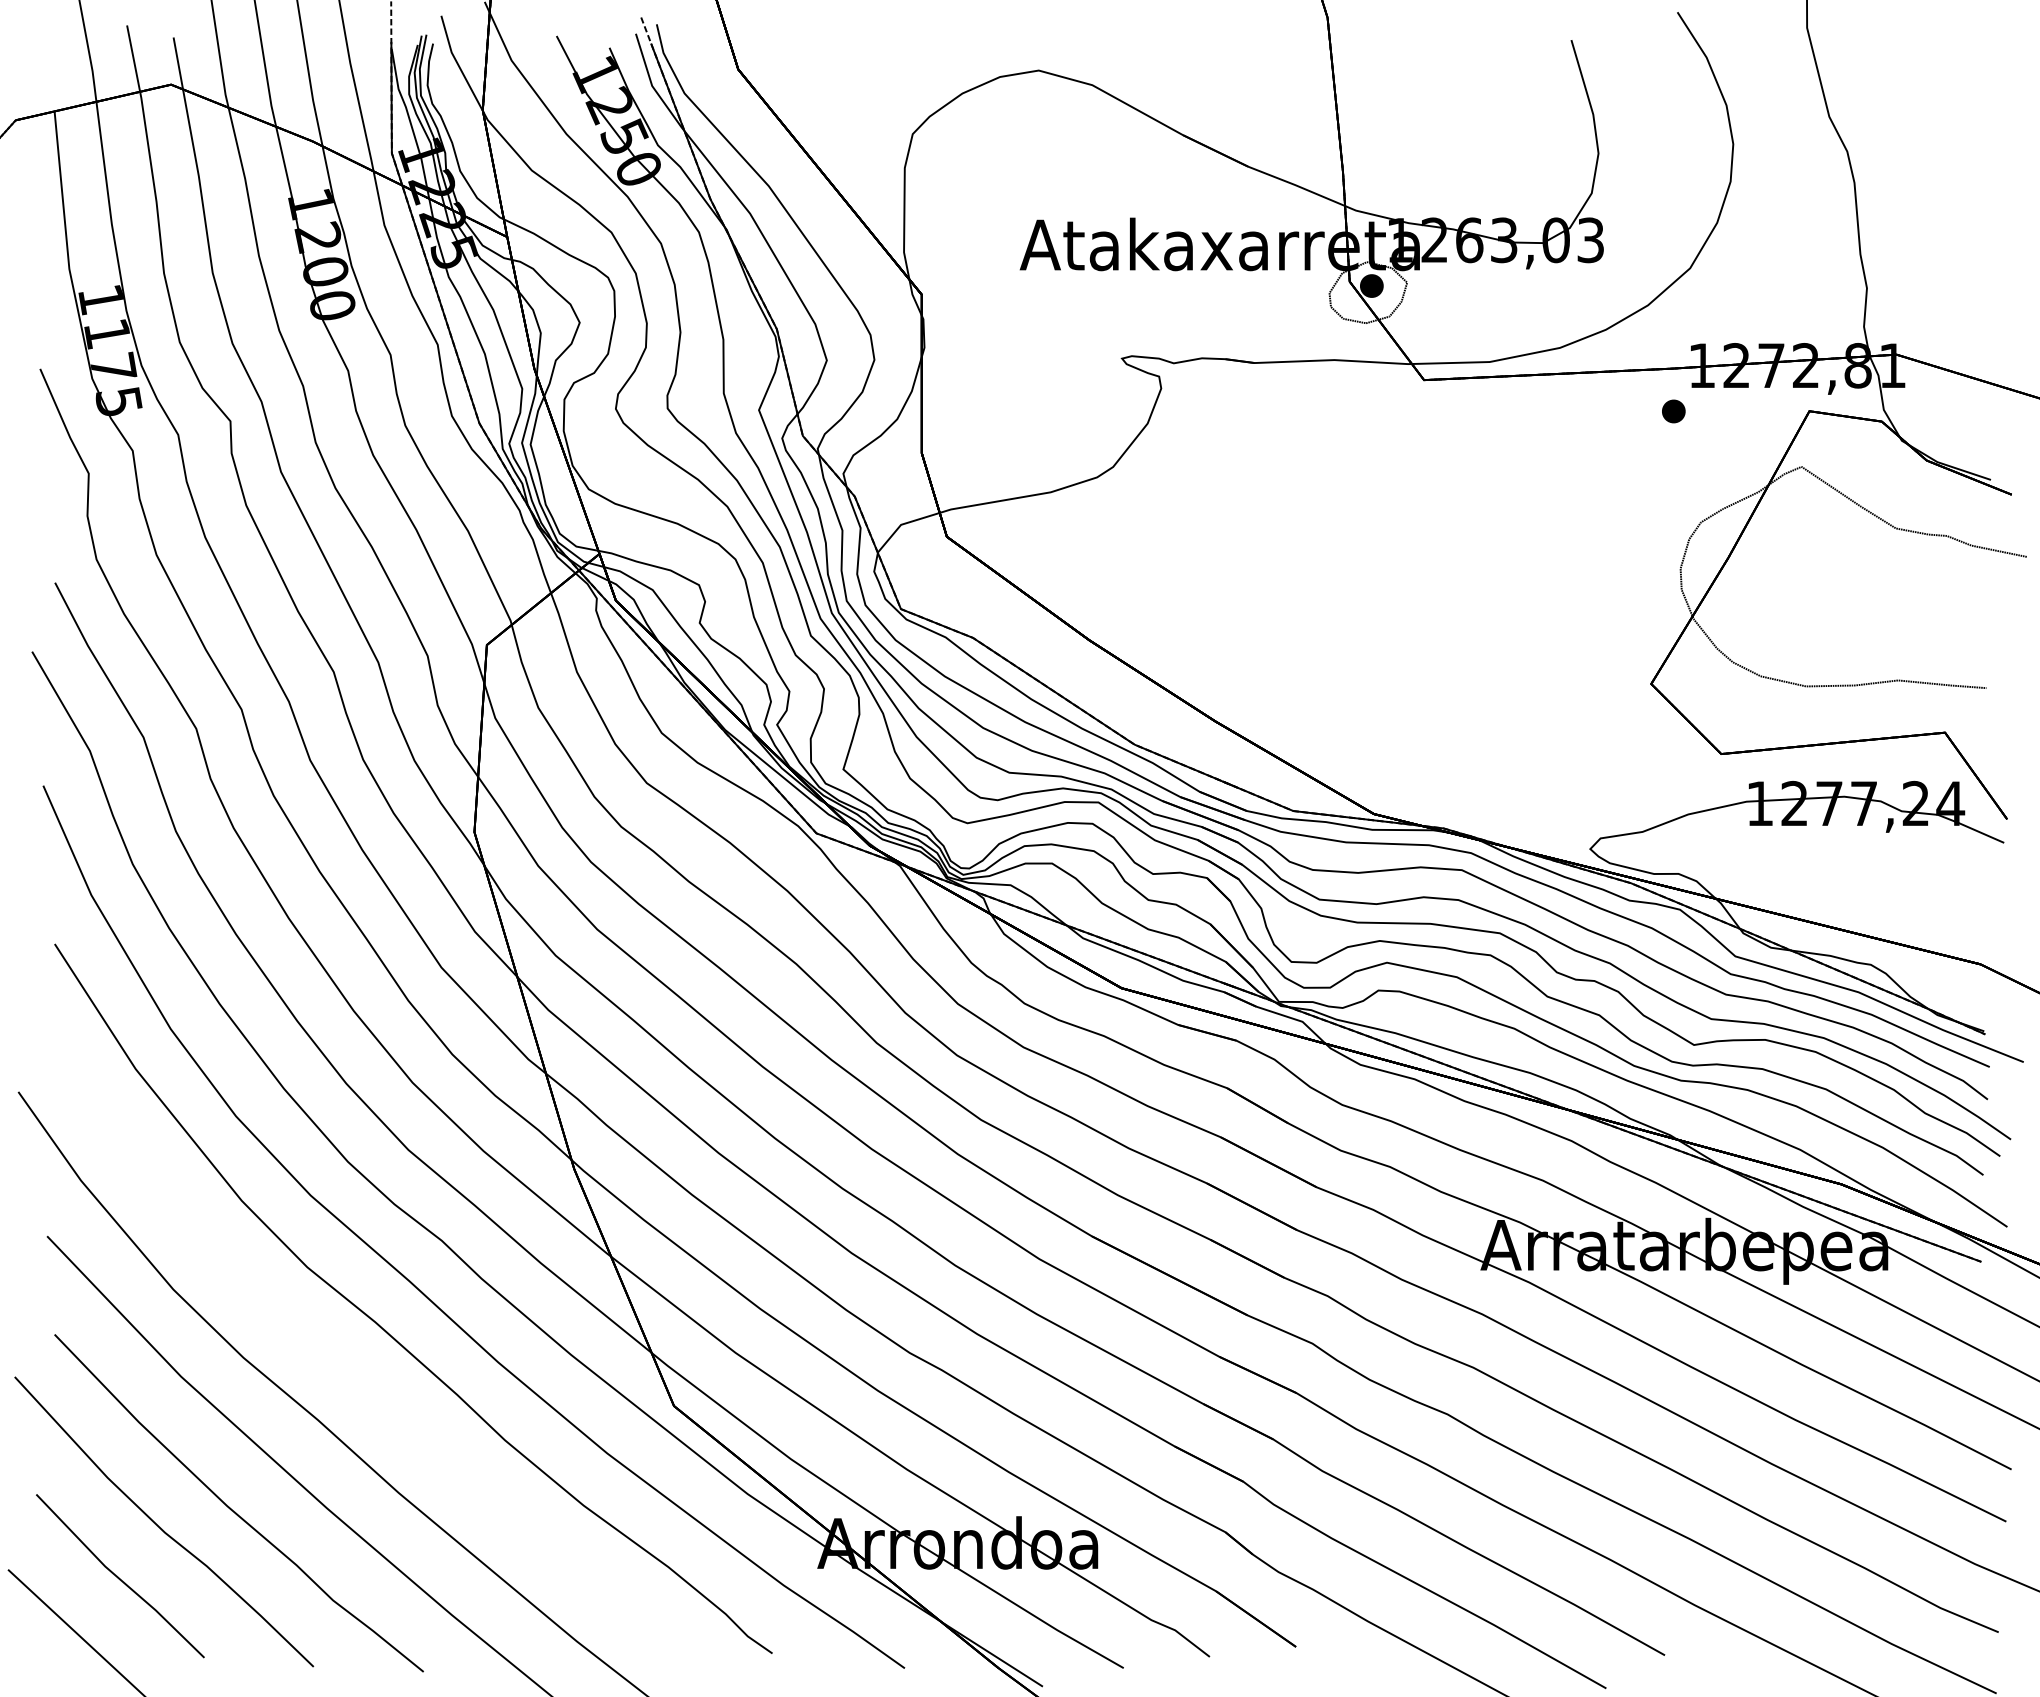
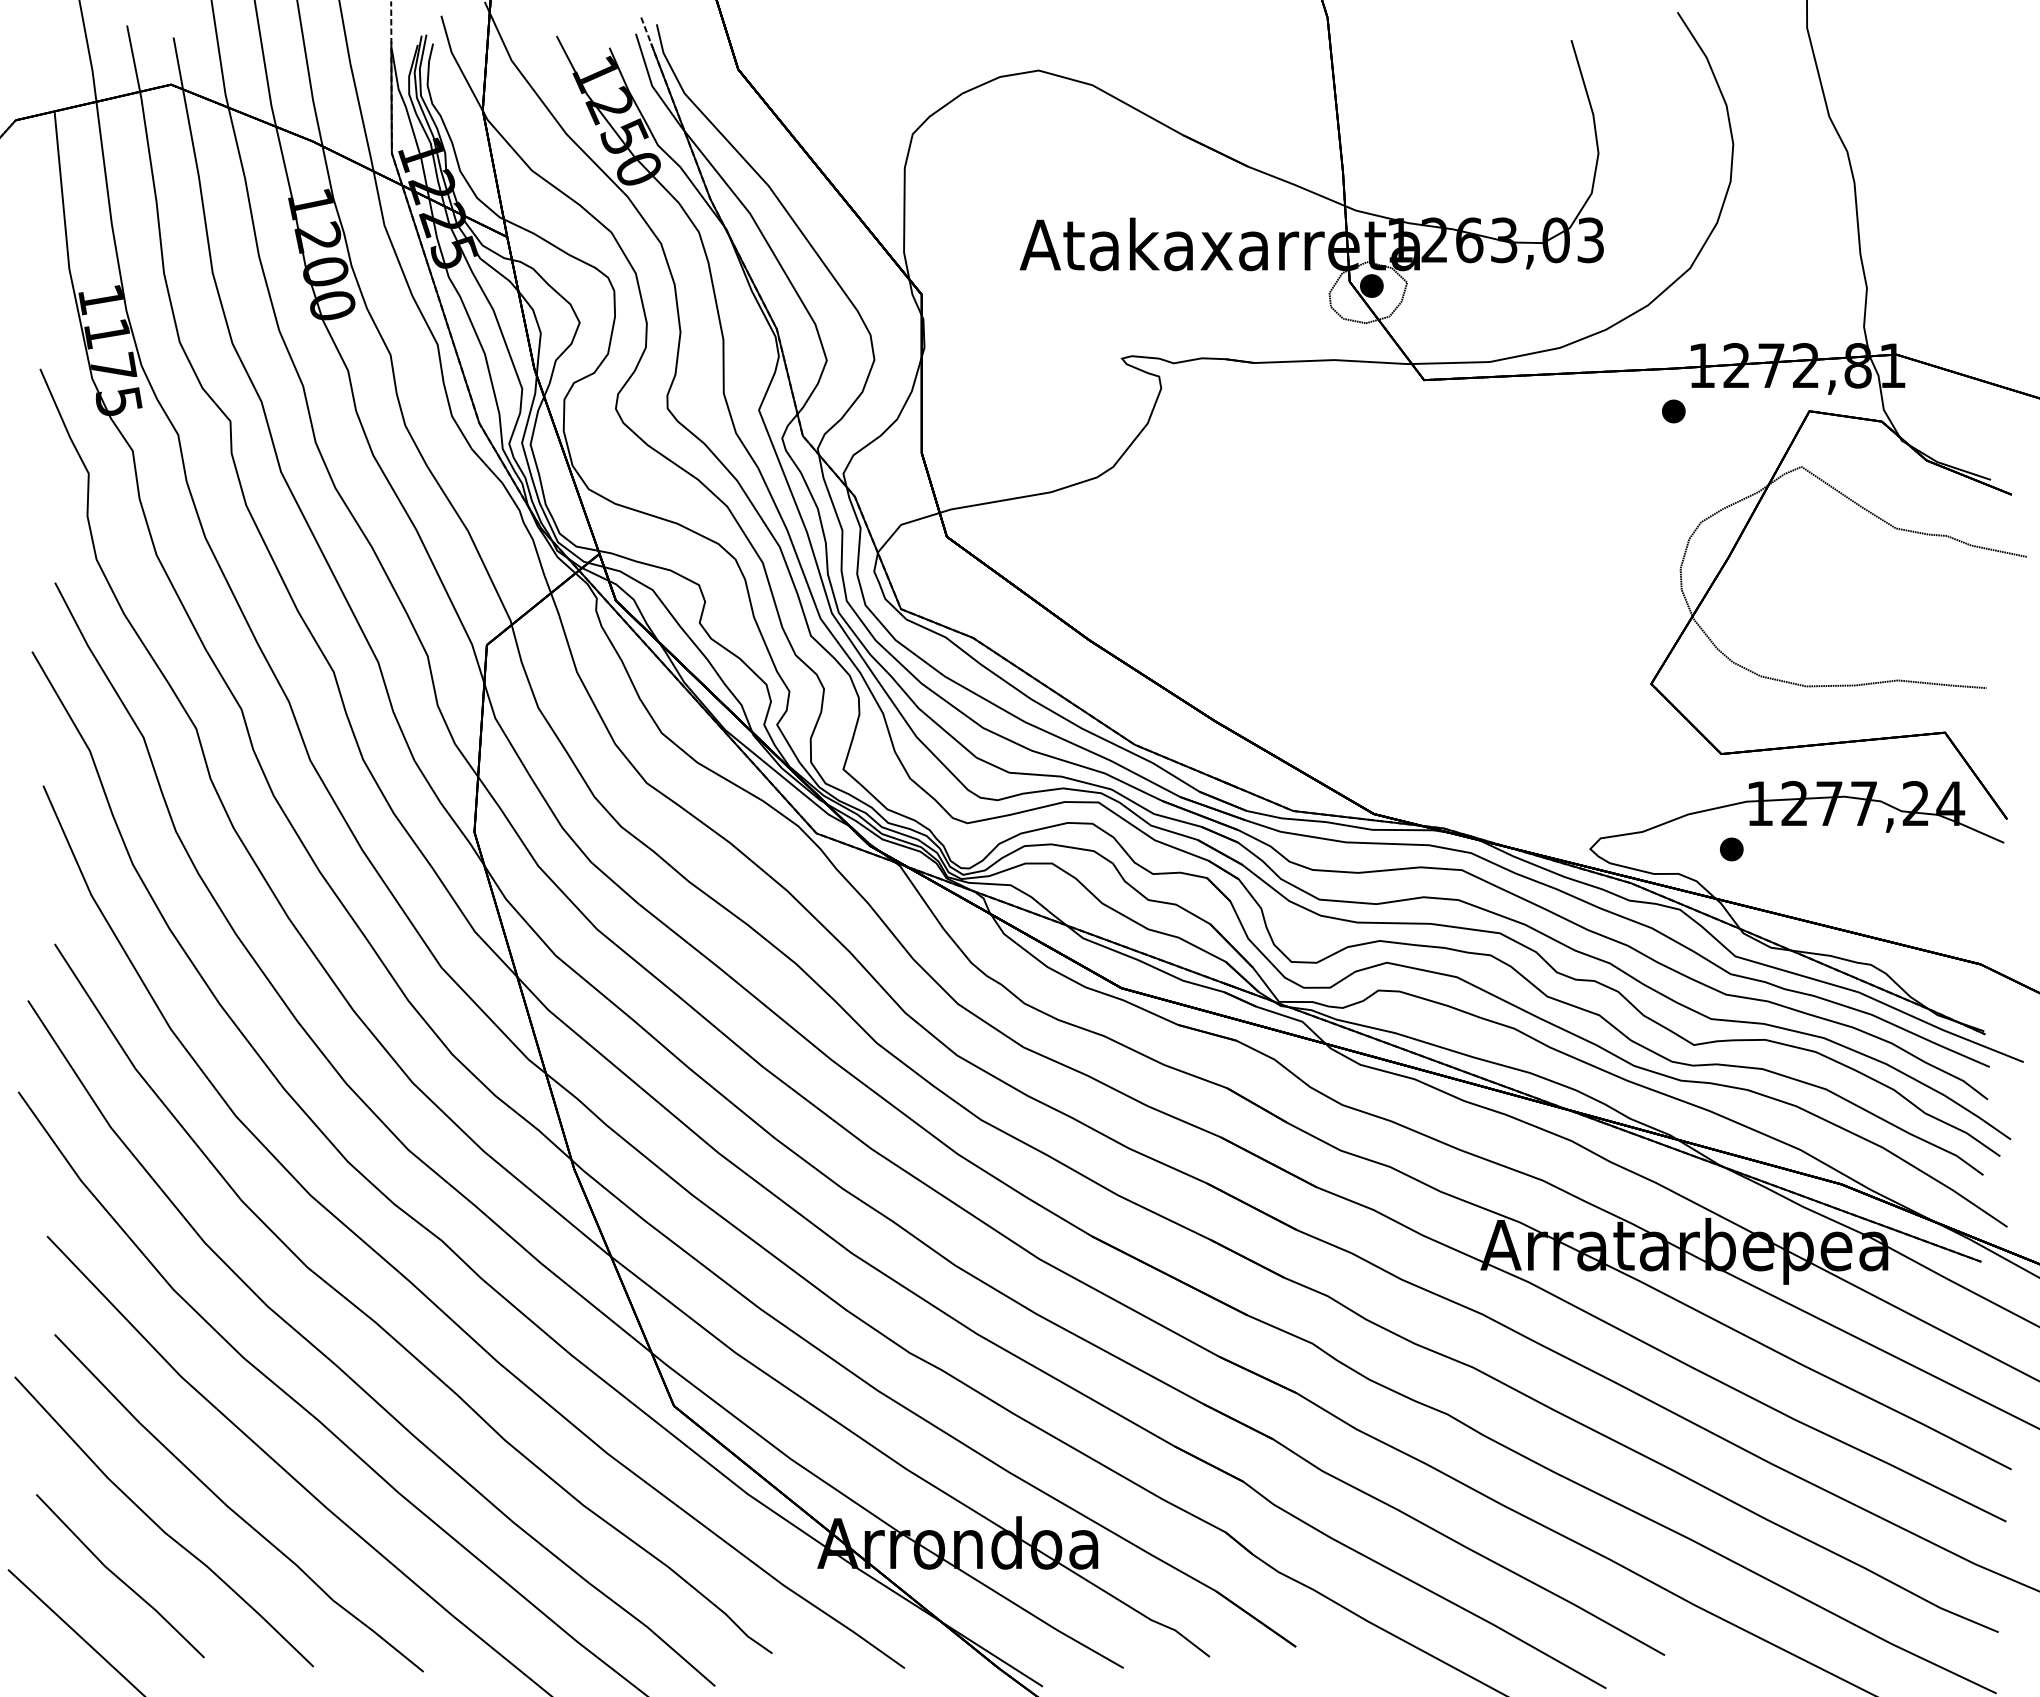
part at (1731, 849): none -> present
part at (343, 1370): none -> present
